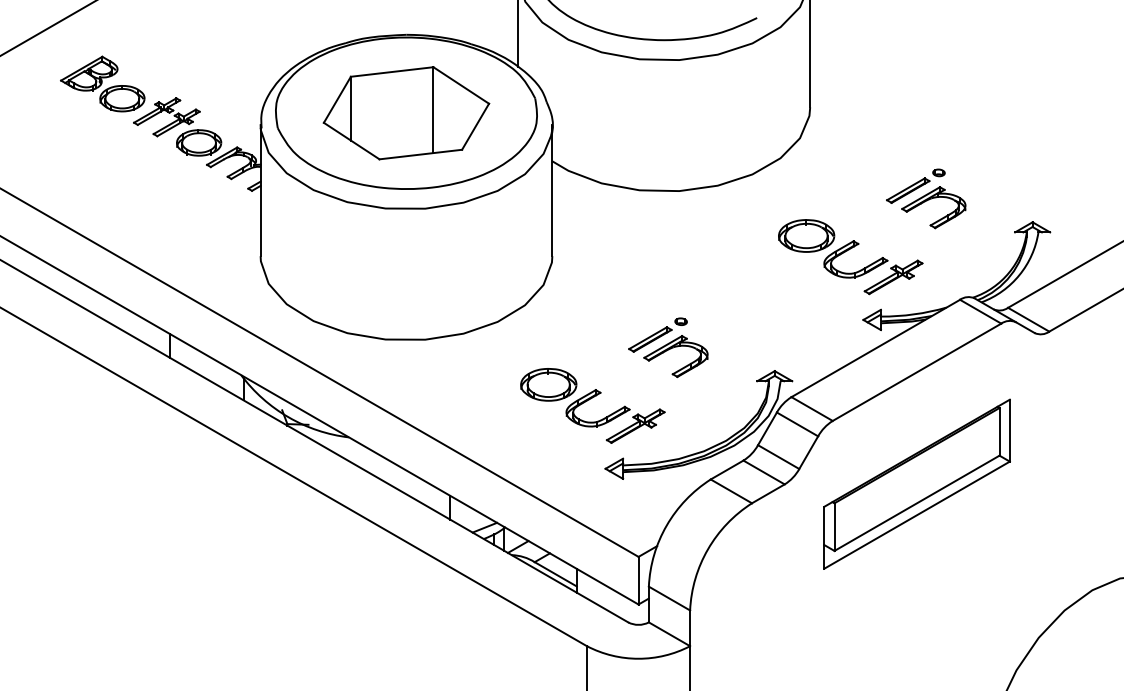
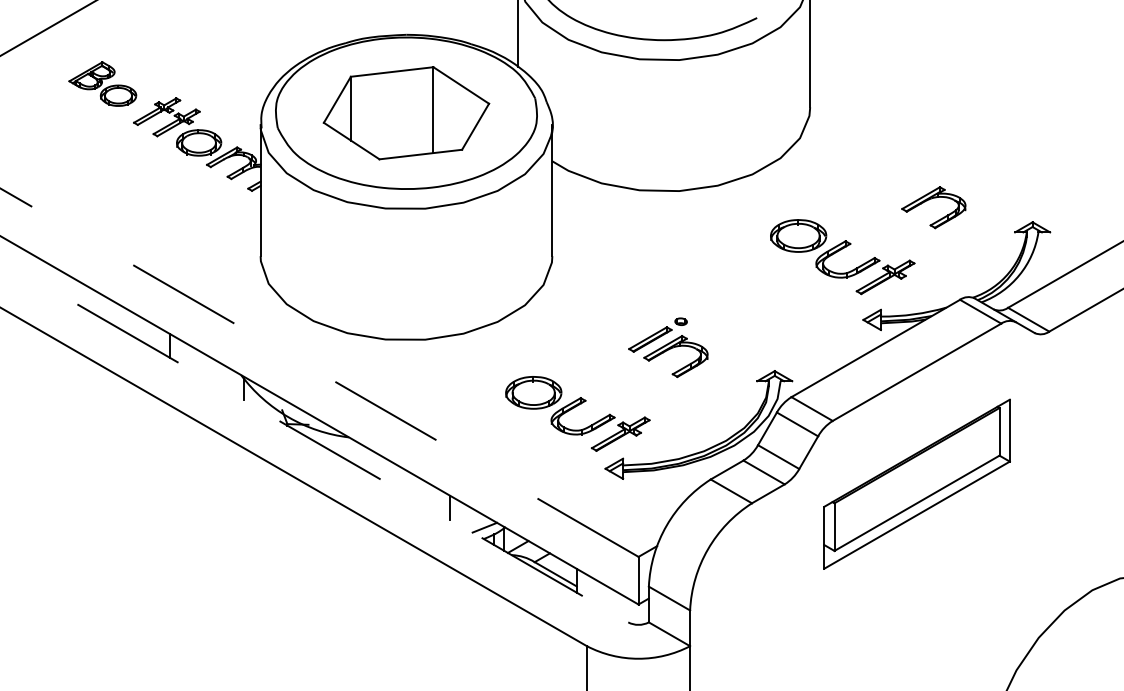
part at (102, 83) size: 86x58 px -> 70x46 px
part at (915, 185): present -> none
part at (847, 251) position: (847, 251) -> (839, 251)
line at (319, 372): solid -> dashed
part at (592, 405) position: (592, 405) -> (577, 413)
line at (314, 441): solid -> dashed
